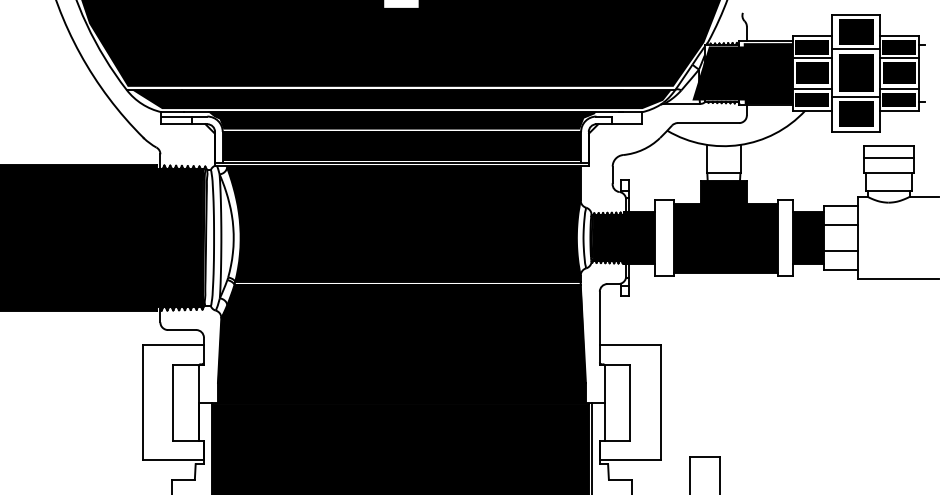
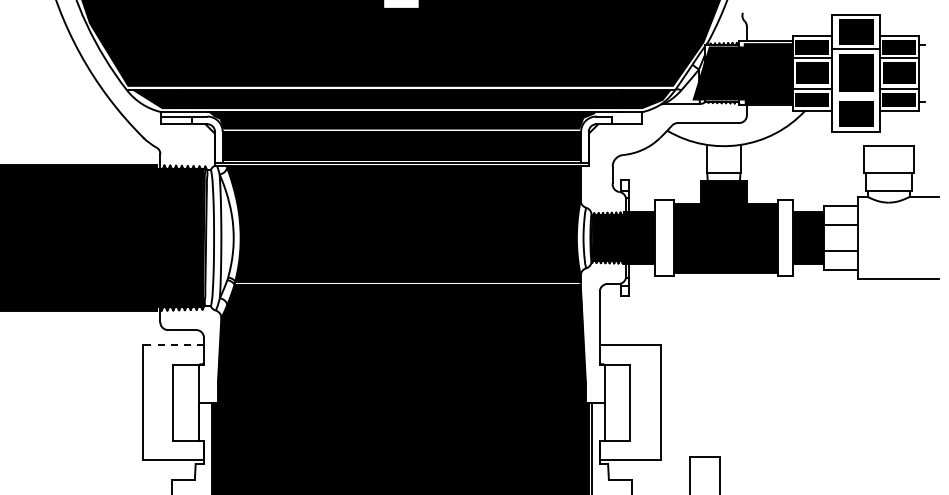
line at (856, 97): present -> none
line at (888, 157): present -> none
line at (173, 345): solid -> dashed
